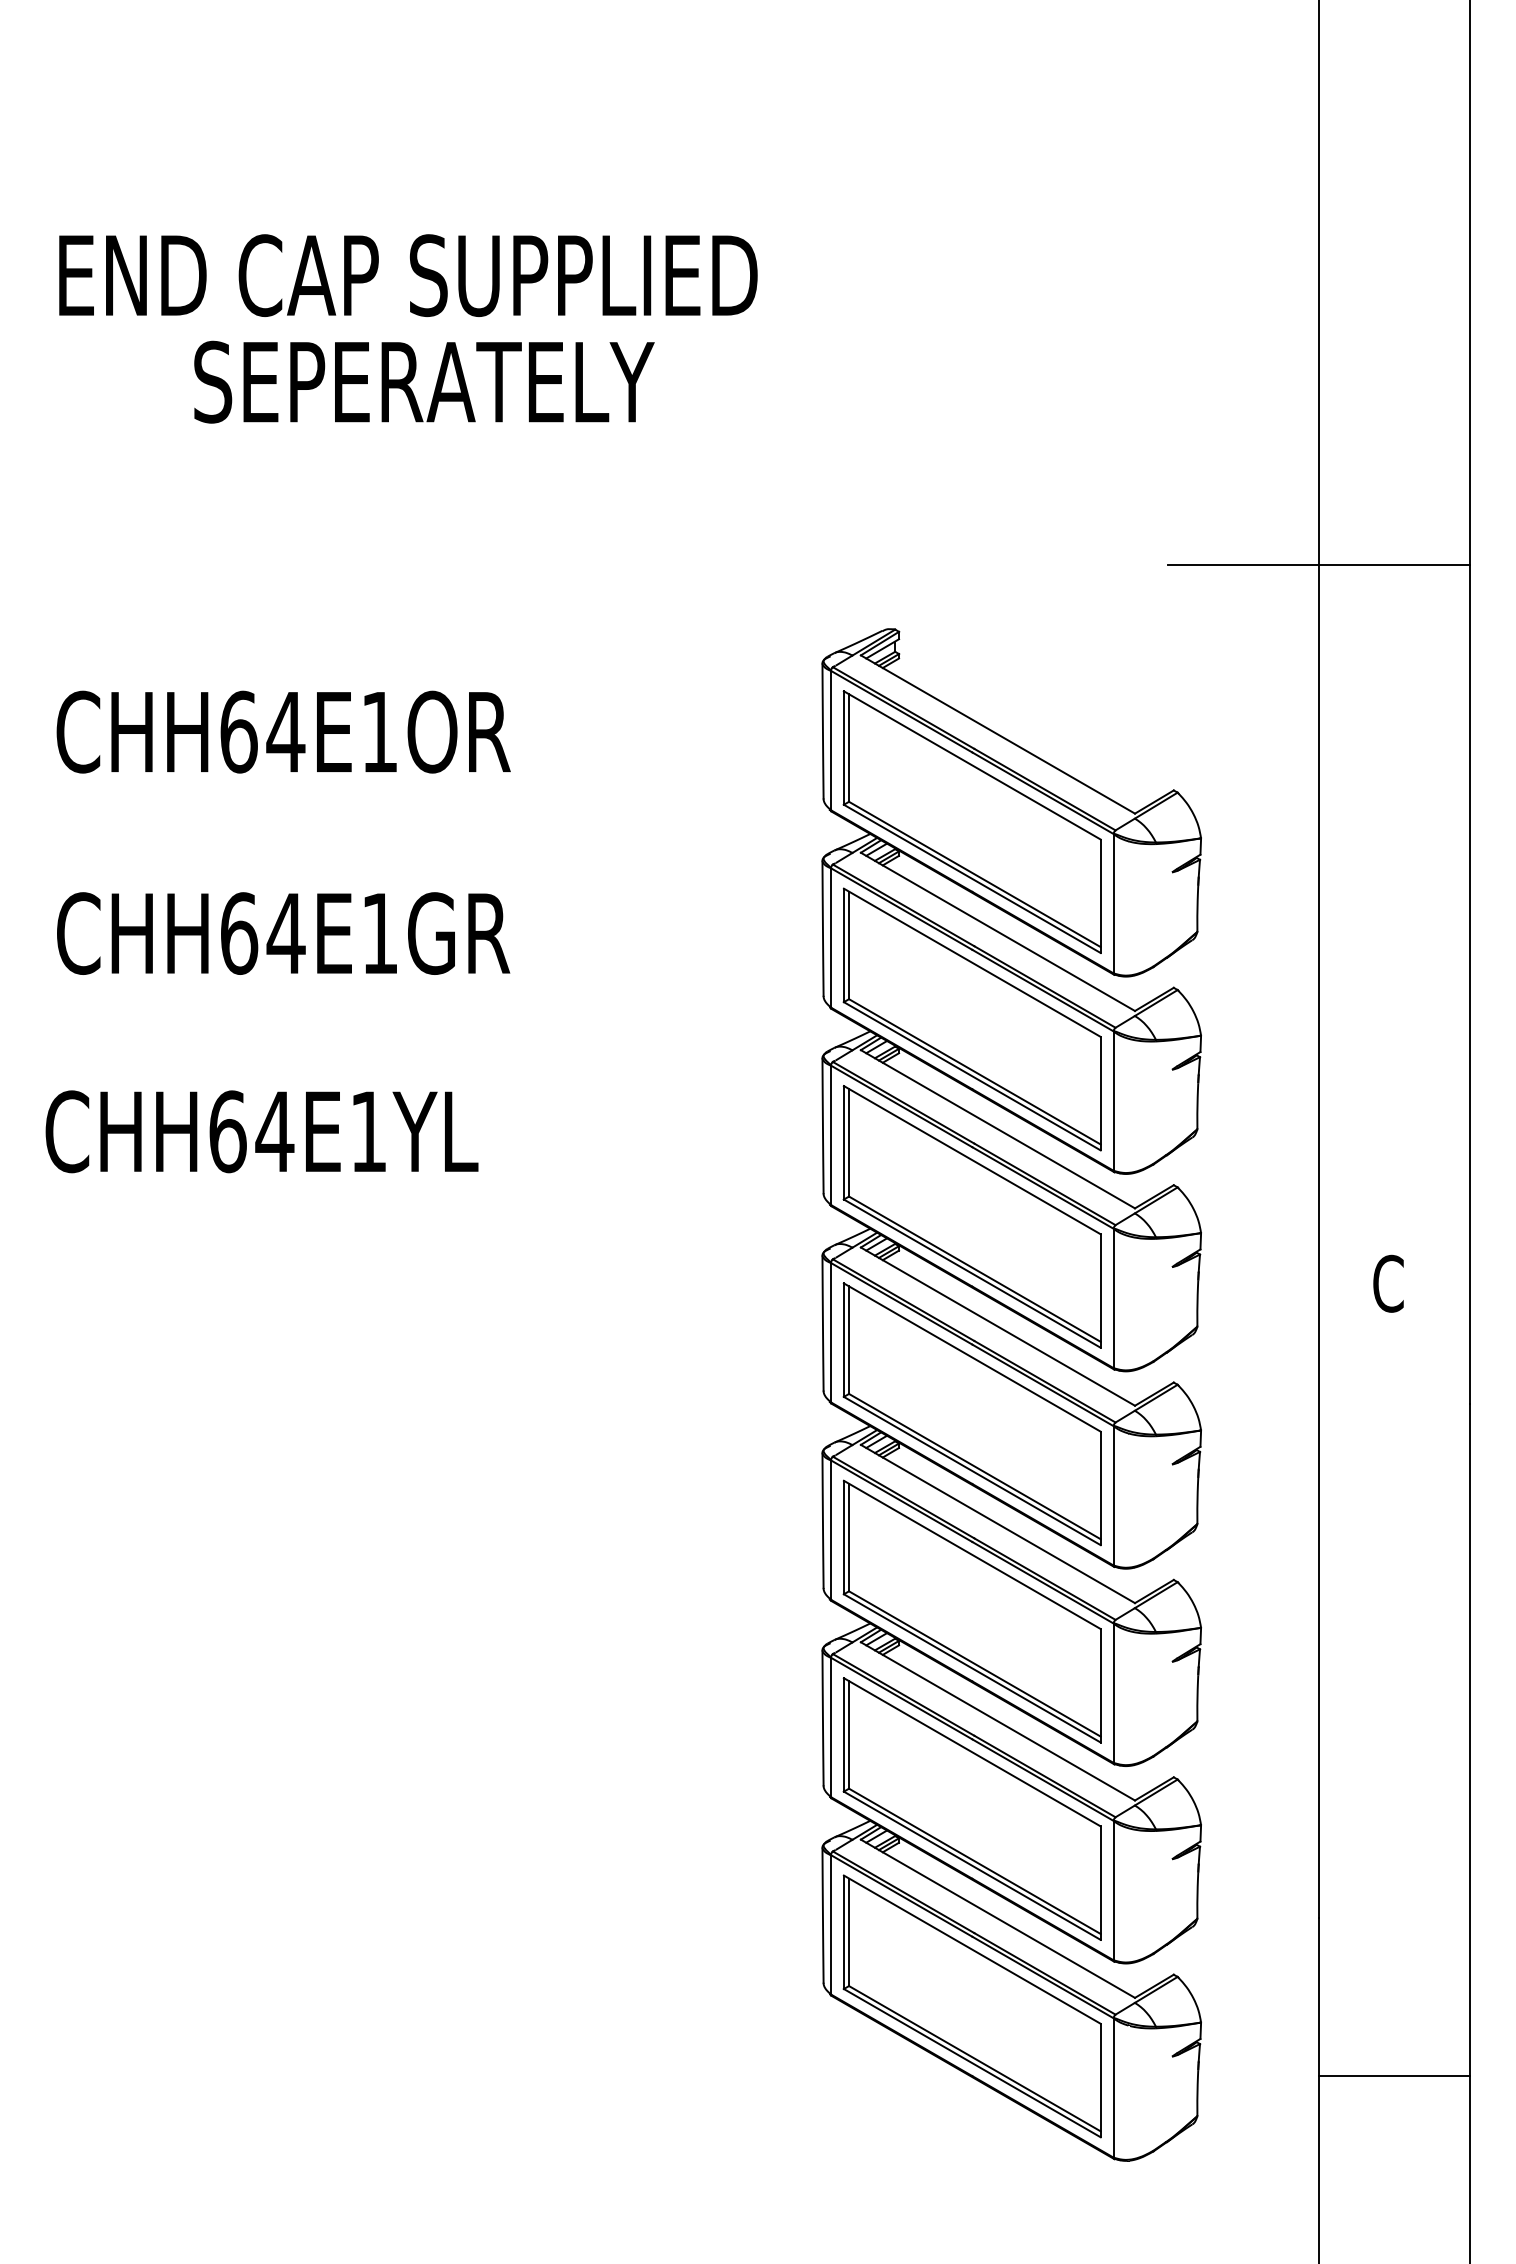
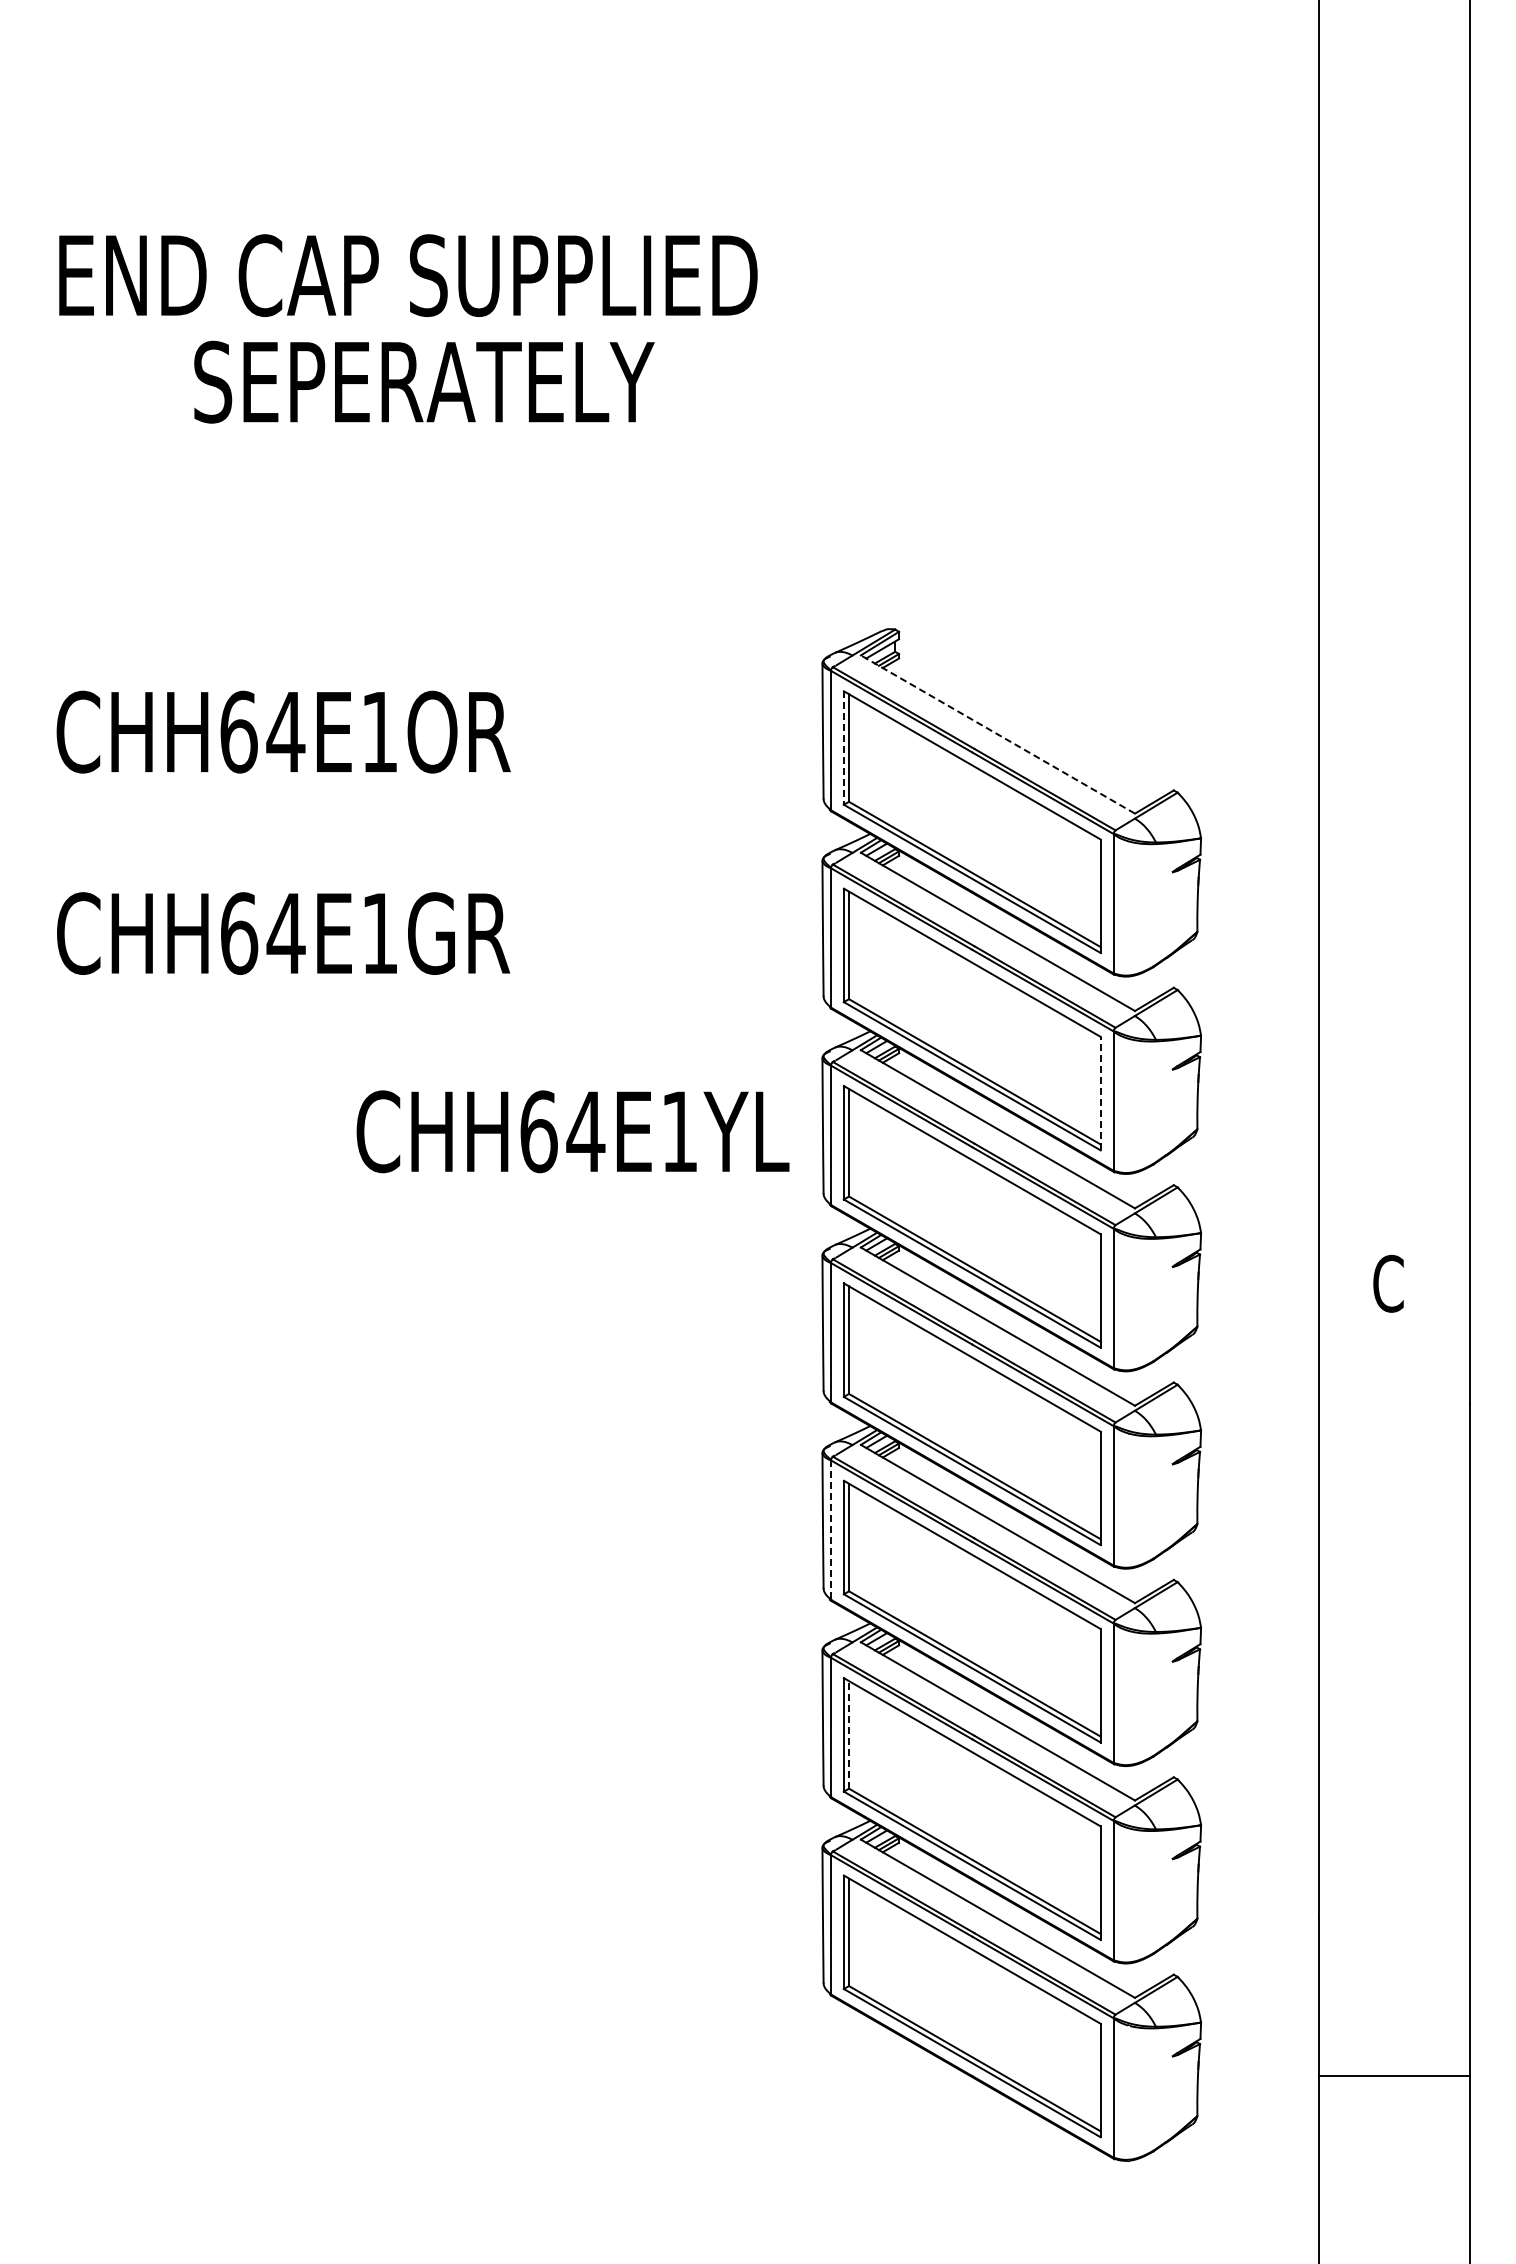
line at (1319, 565): present -> none
line at (997, 734): solid -> dashed
line at (843, 748): solid -> dashed
line at (1100, 1093): solid -> dashed
text at (261, 1131) position: (261, 1131) -> (572, 1131)
line at (831, 1530): solid -> dashed
line at (849, 1734): solid -> dashed
